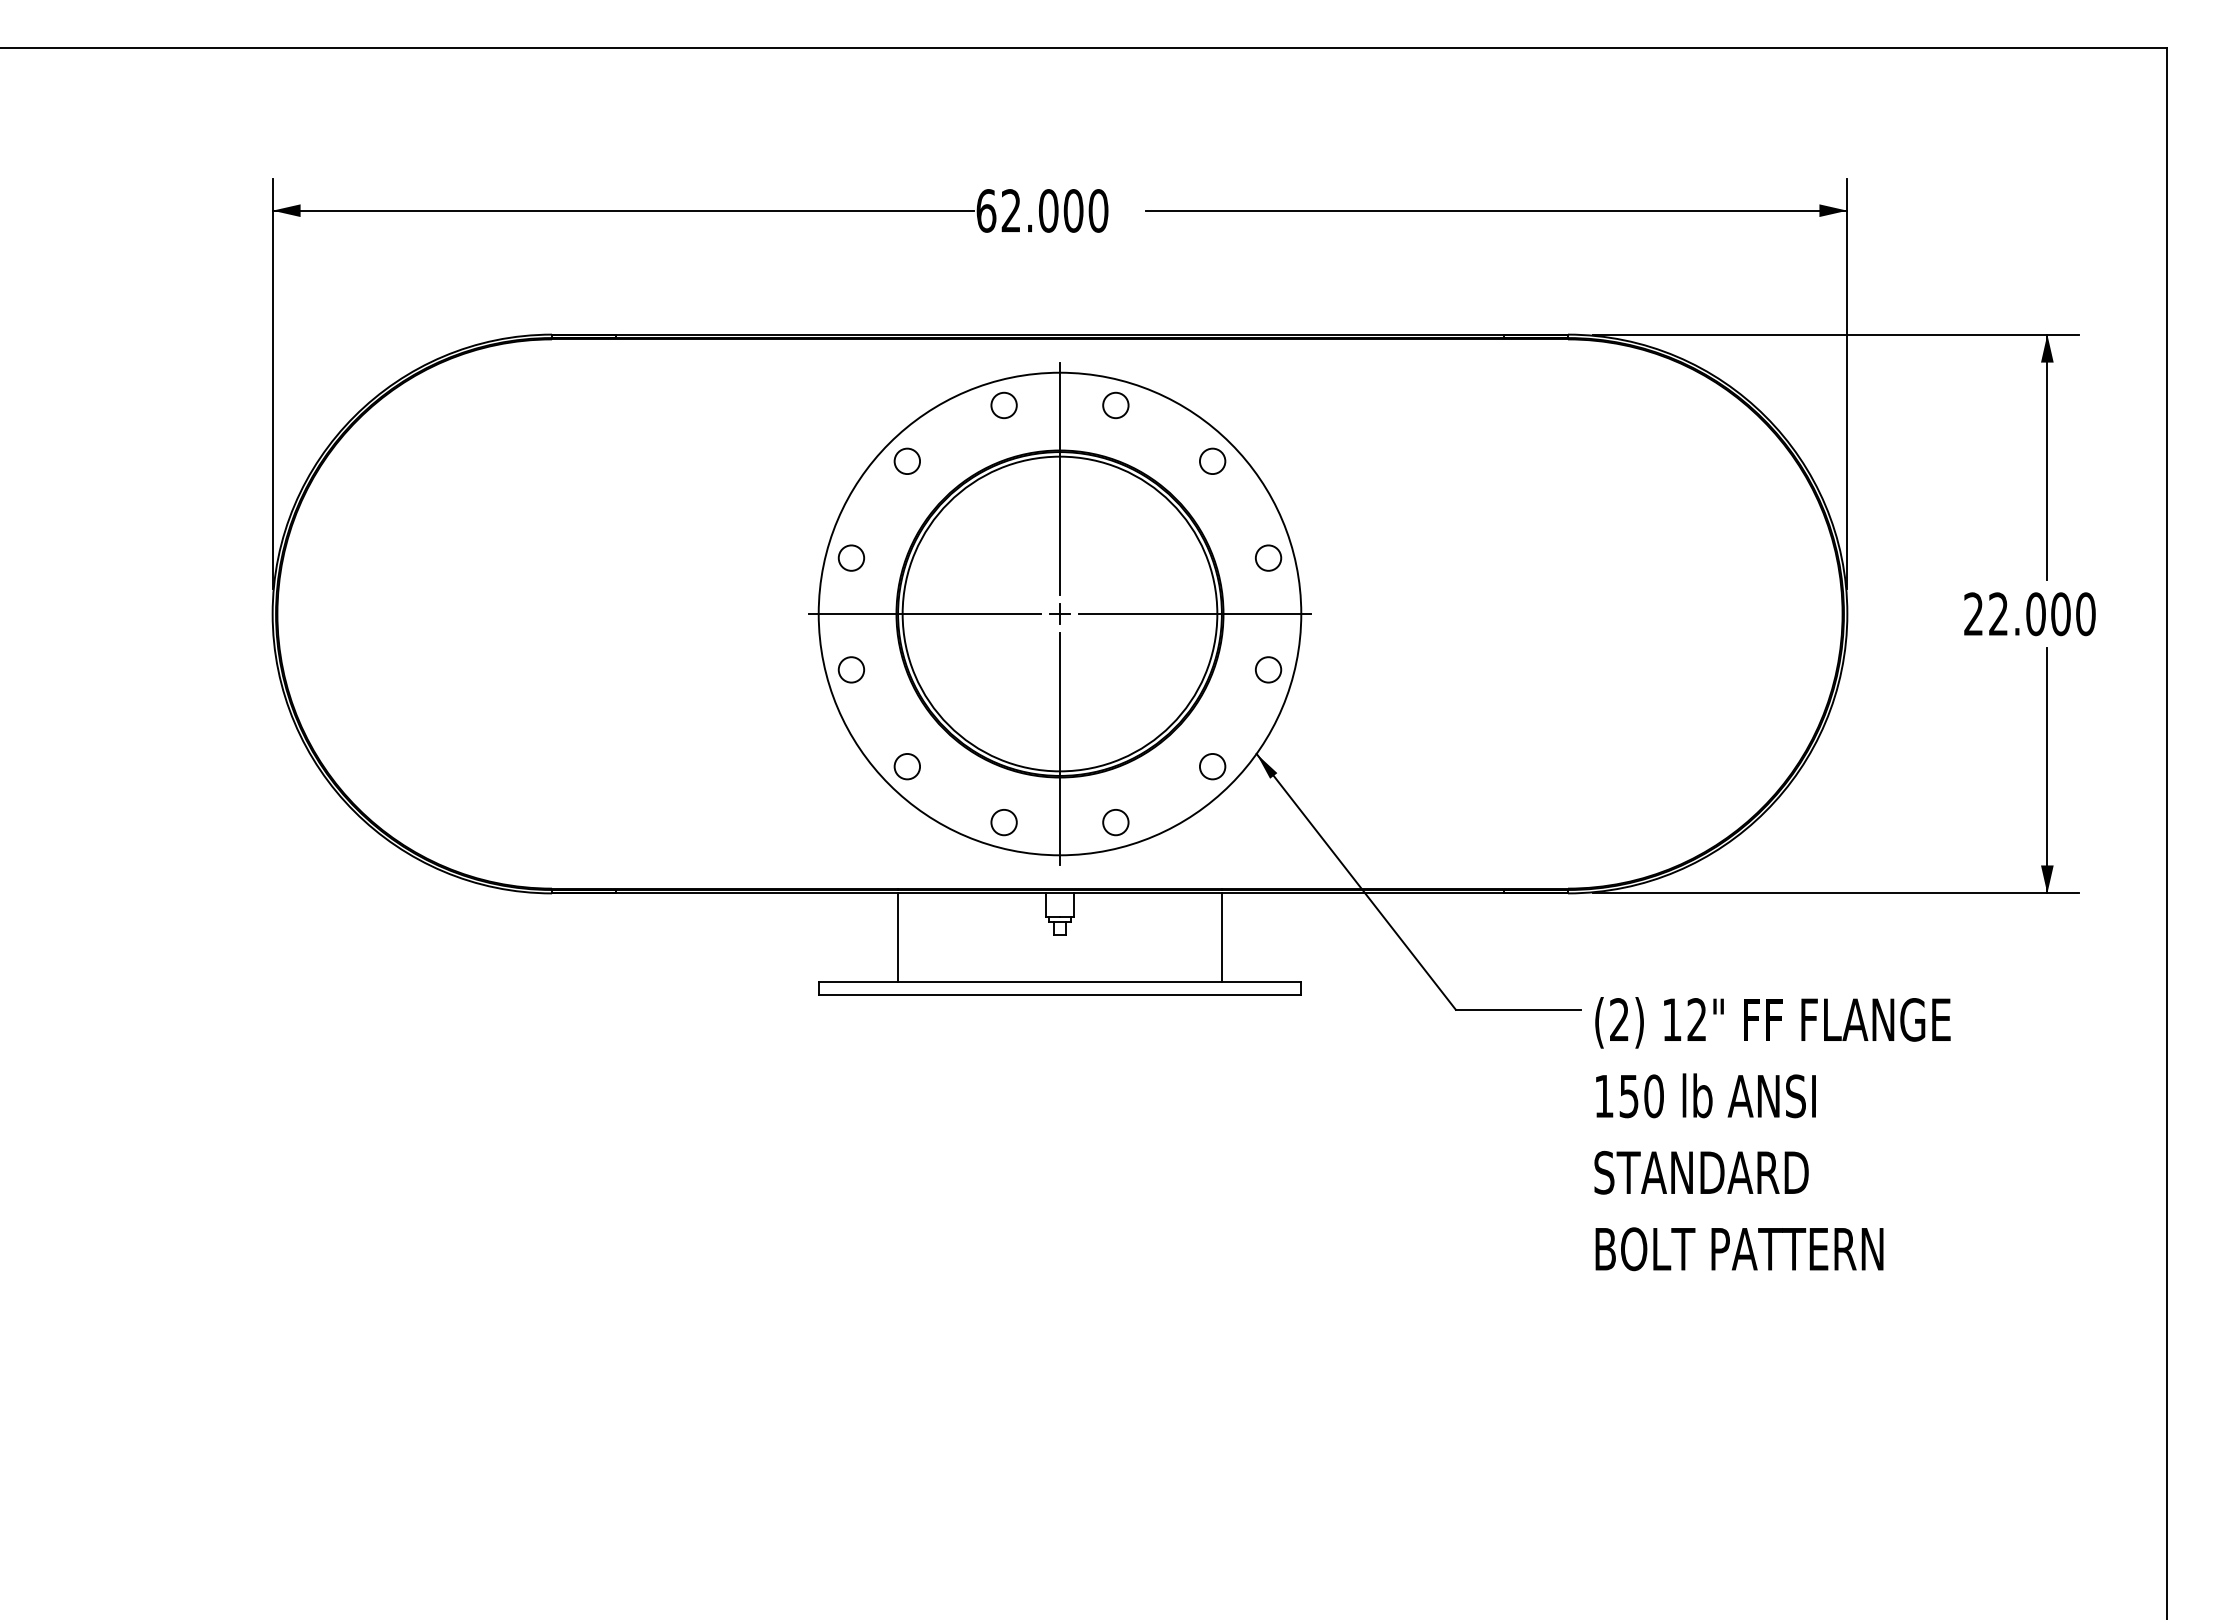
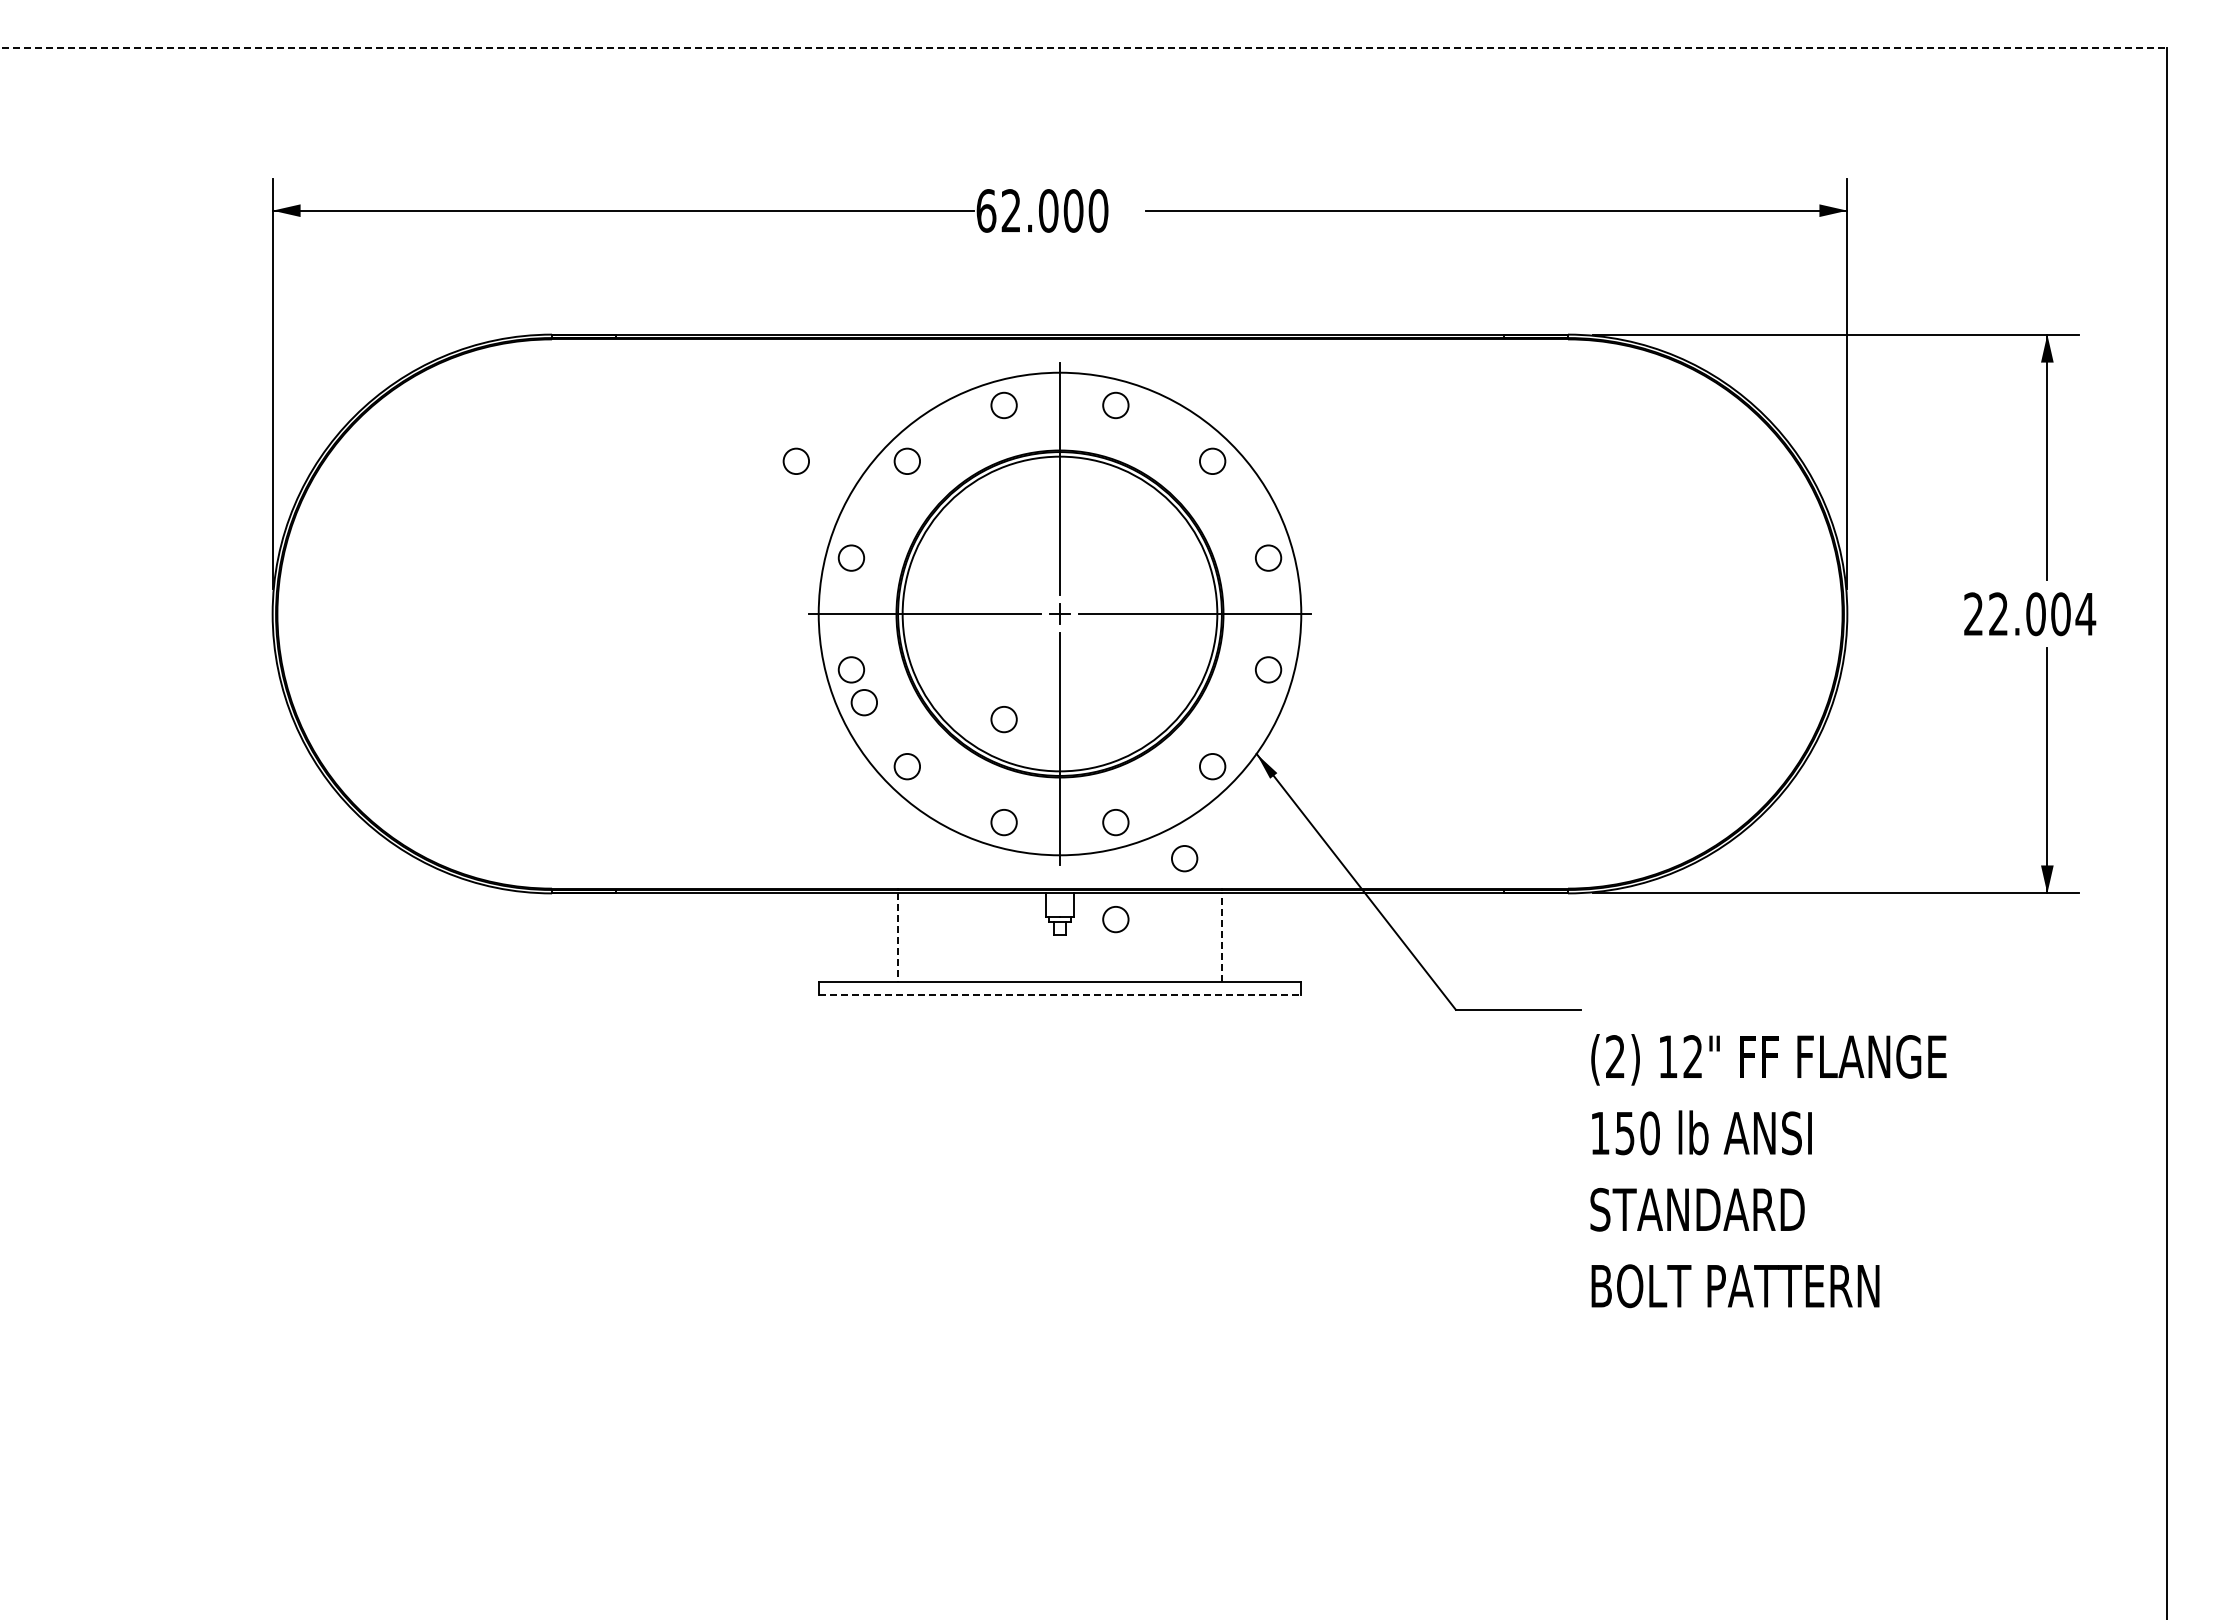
line at (1084, 48): solid -> dashed
circle at (795, 460): none -> present
text at (2085, 614): 22.000 -> 22.004
circle at (863, 702): none -> present
circle at (1003, 719): none -> present
circle at (1184, 858): none -> present
circle at (1115, 919): none -> present
line at (1221, 937): solid -> dashed
line at (898, 938): solid -> dashed
line at (1060, 995): solid -> dashed
text at (1772, 1134) position: (1772, 1134) -> (1768, 1171)
